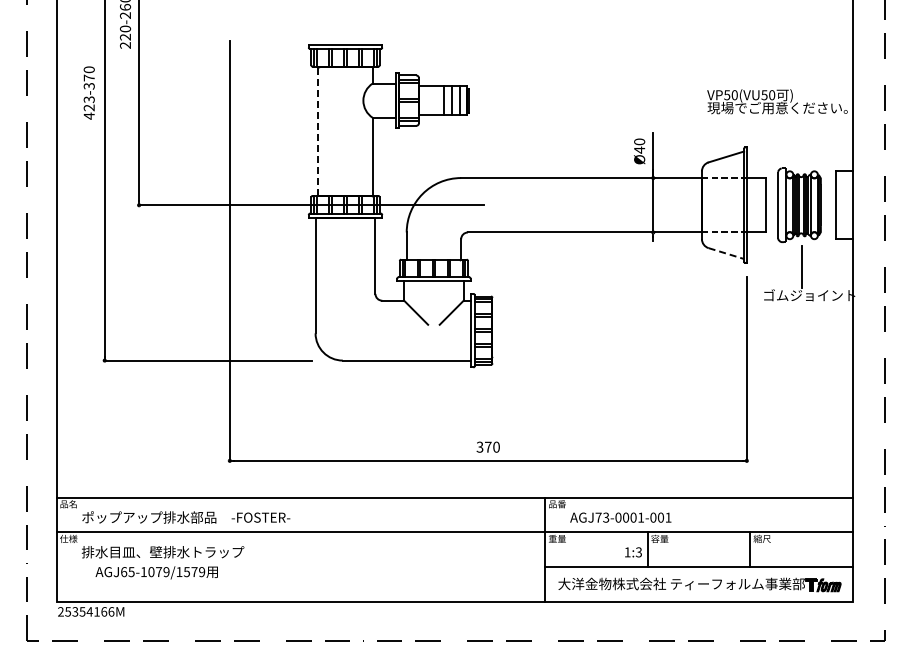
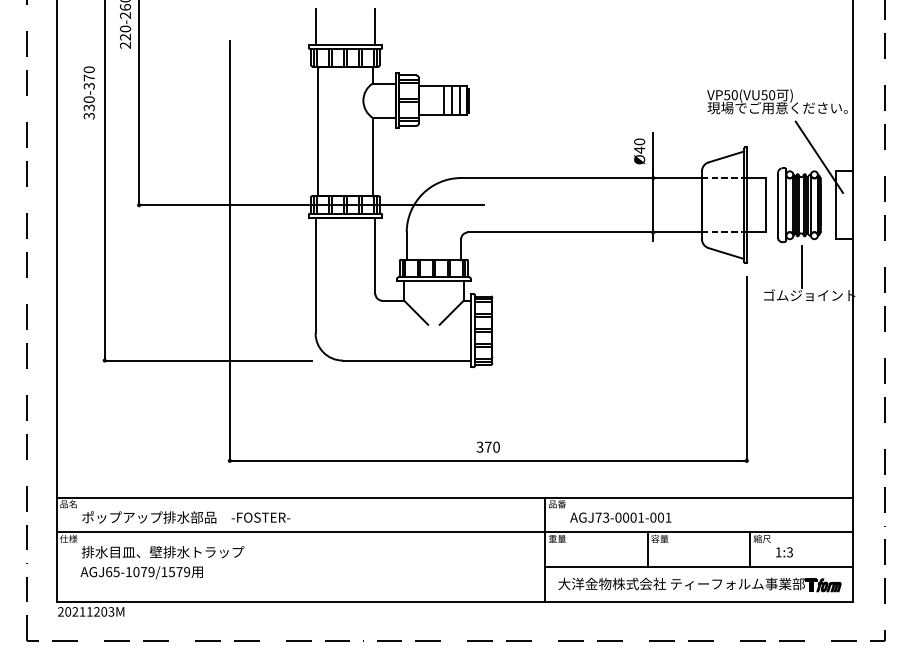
line at (315, 26): none -> present
line at (375, 26): none -> present
text at (88, 107): 423-370 -> 330-370
line at (318, 131): dashed -> solid
line at (819, 156): none -> present
line at (726, 253): dashed -> solid
text at (633, 552) position: (633, 552) -> (784, 552)
text at (156, 572) position: (156, 572) -> (141, 572)
text at (89, 611): 25354166M -> 20211203M
